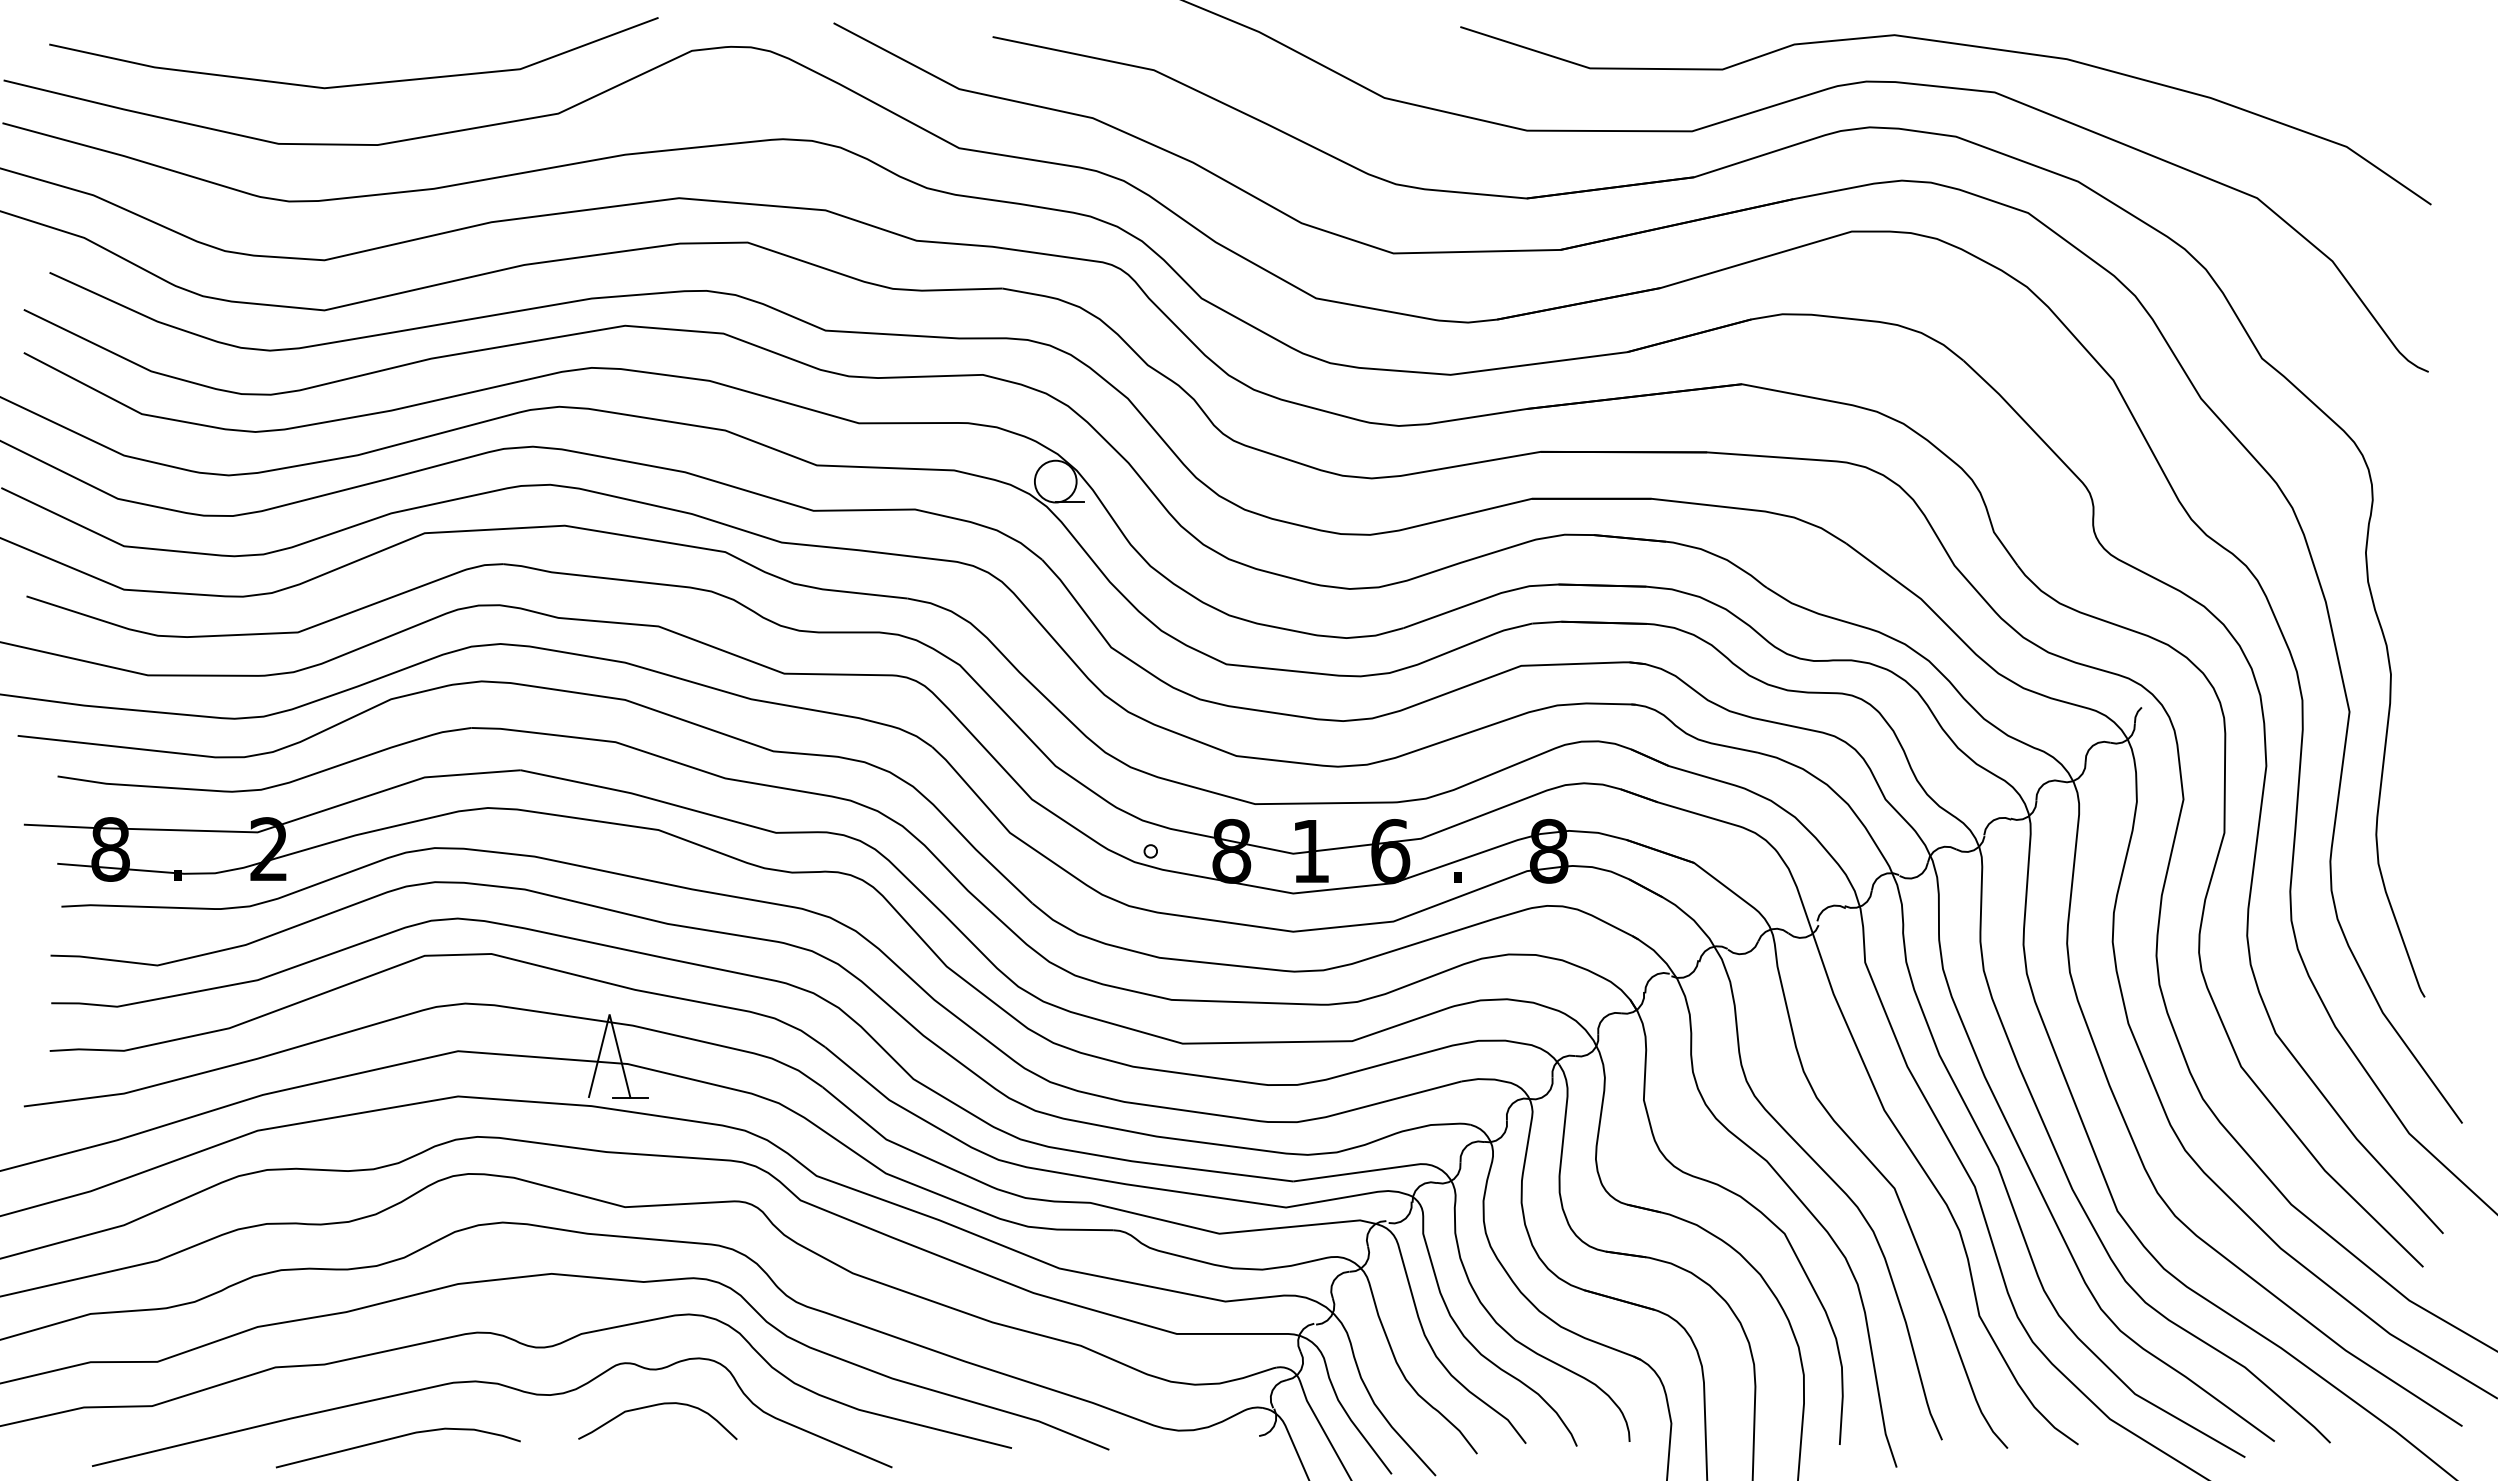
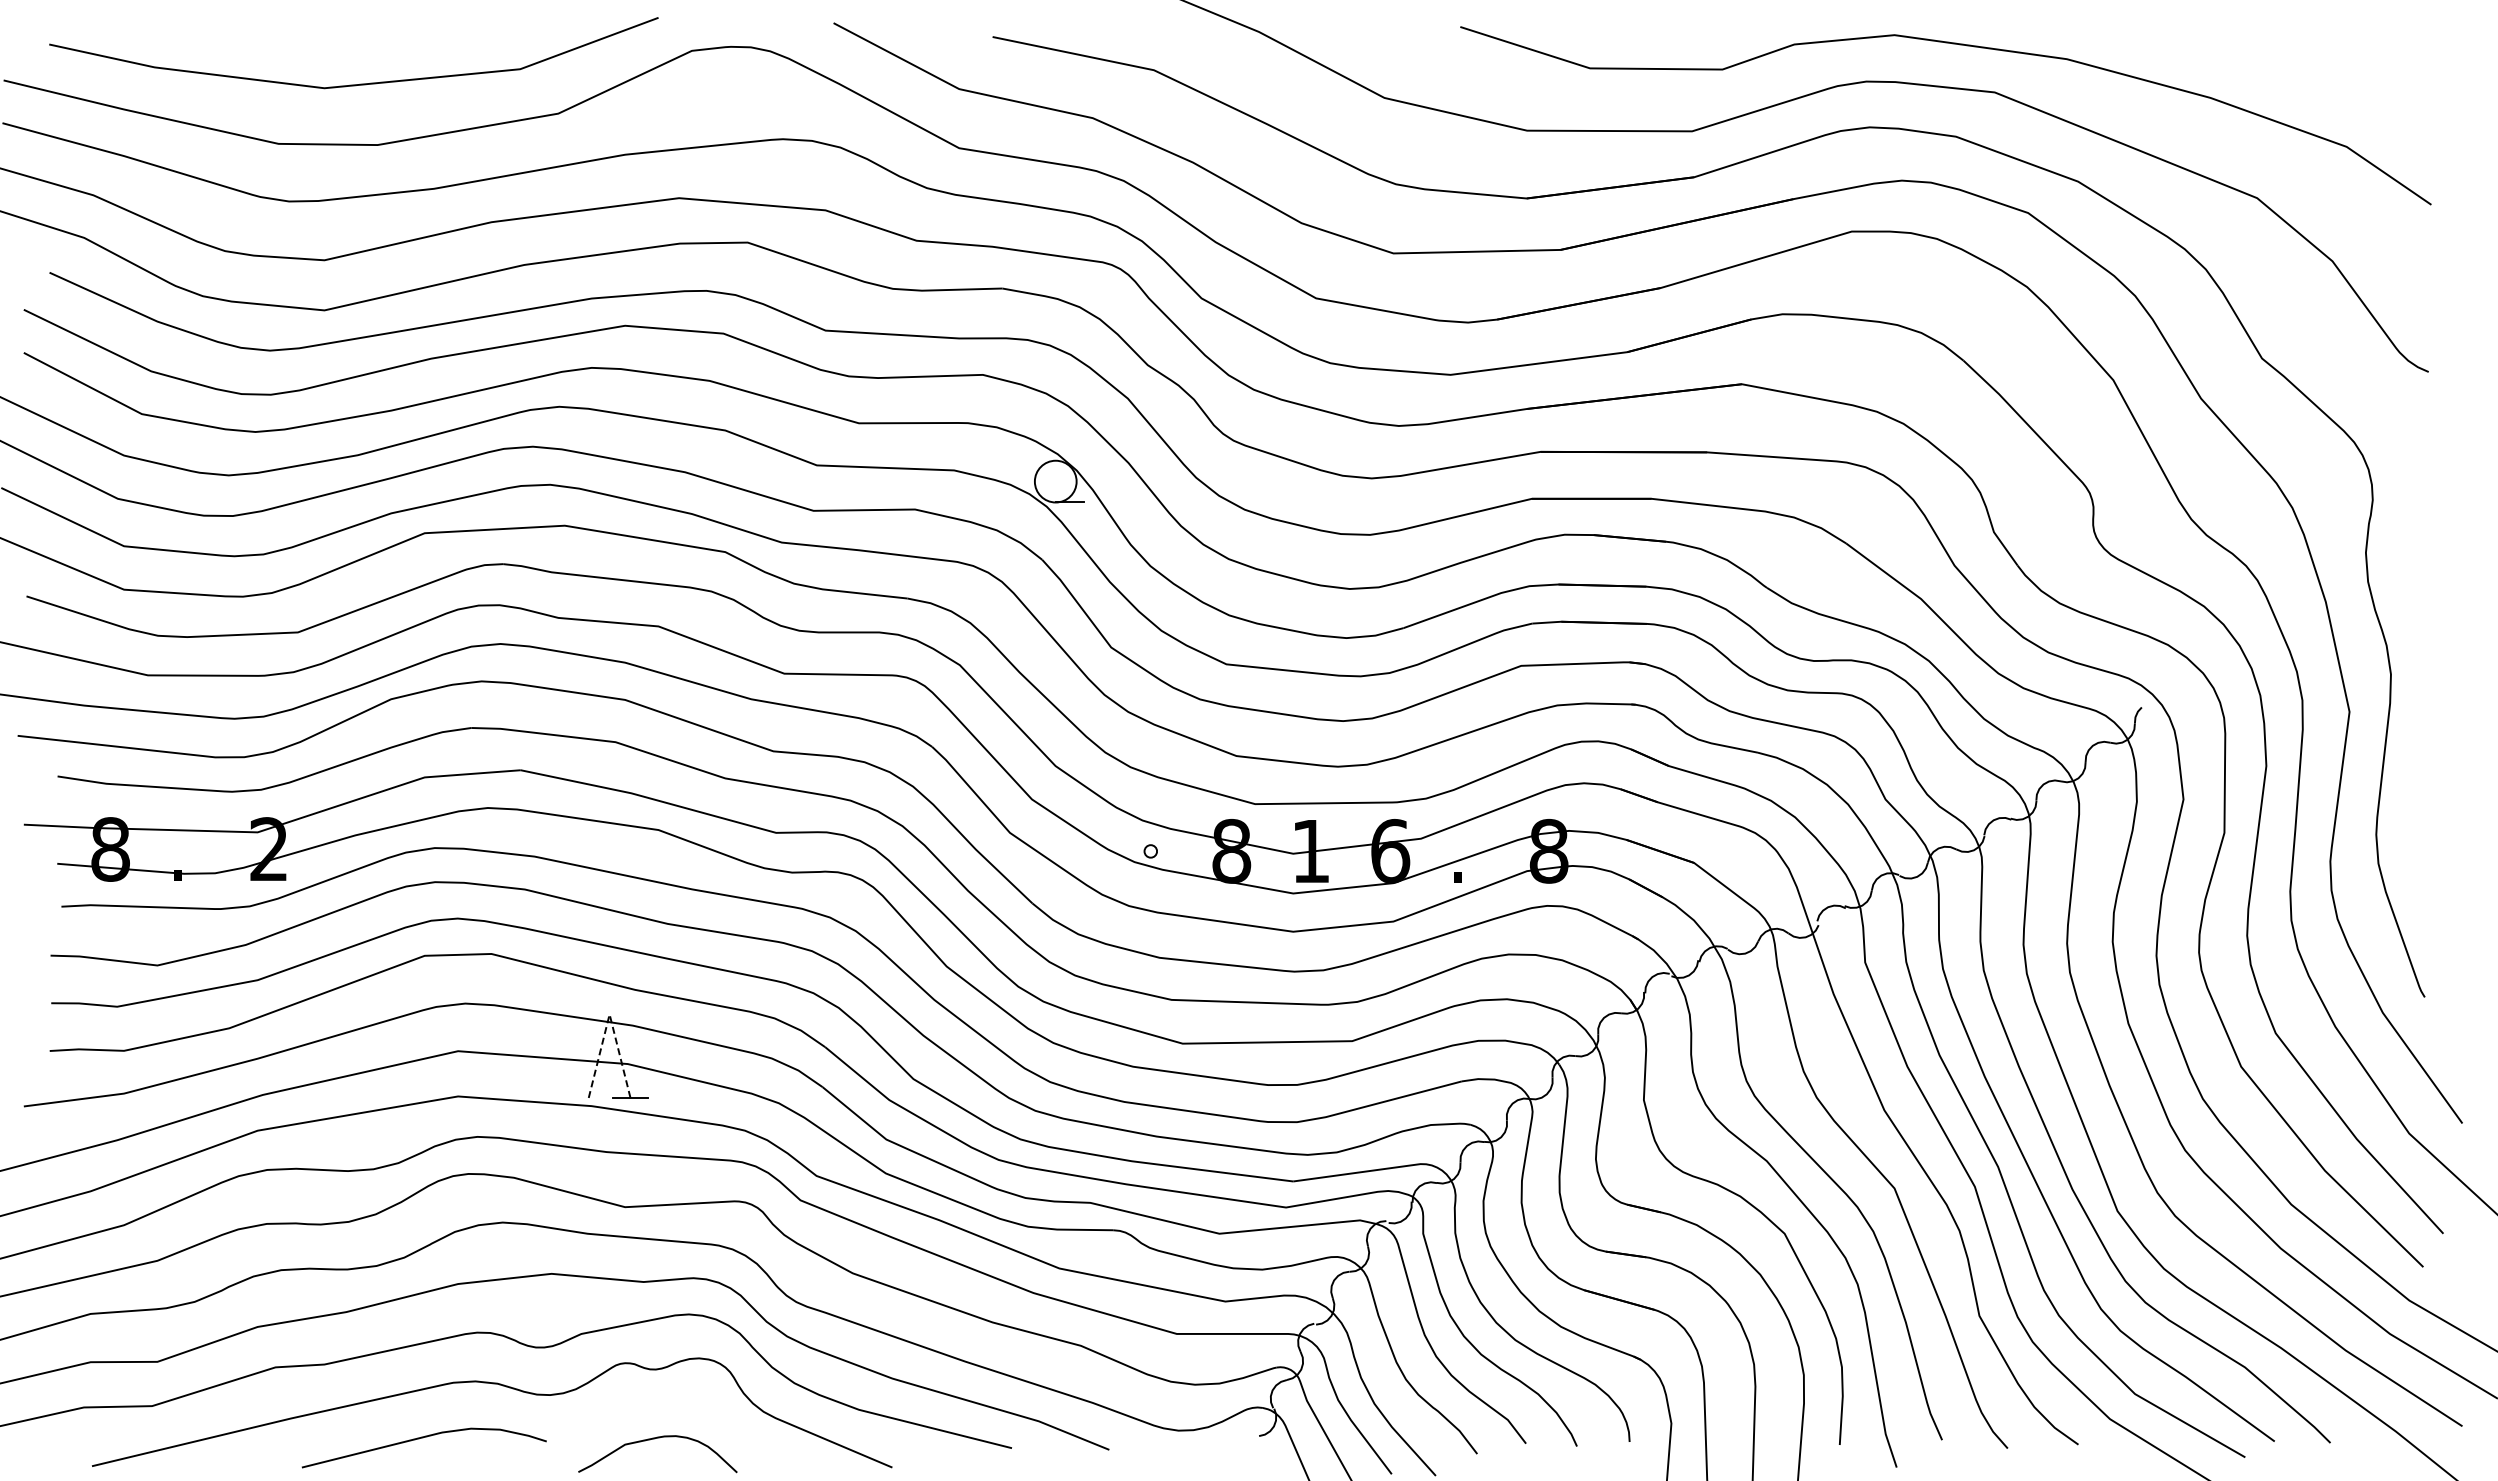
line at (609, 1014): solid -> dashed
curve at (654, 1406) position: (654, 1406) -> (654, 1439)
curve at (393, 1439) position: (393, 1439) -> (419, 1439)
